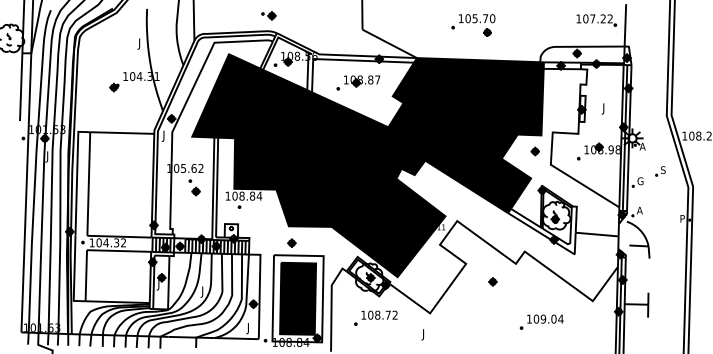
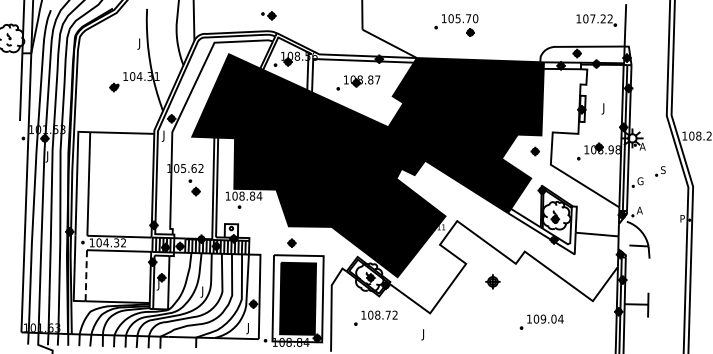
part at (473, 25) position: (473, 25) -> (456, 25)
line at (86, 275): solid -> dashed
part at (492, 281) size: 10x10 px -> 16x16 px
